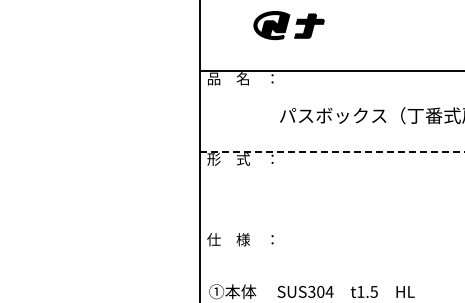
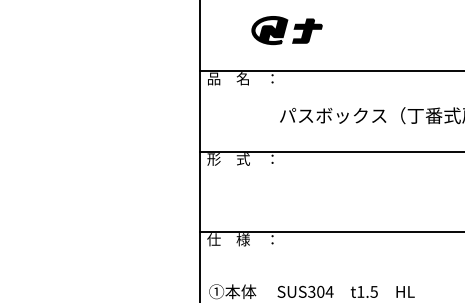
part at (288, 25) position: (288, 25) -> (286, 30)
line at (332, 151): dashed -> solid
line at (330, 232): none -> present
